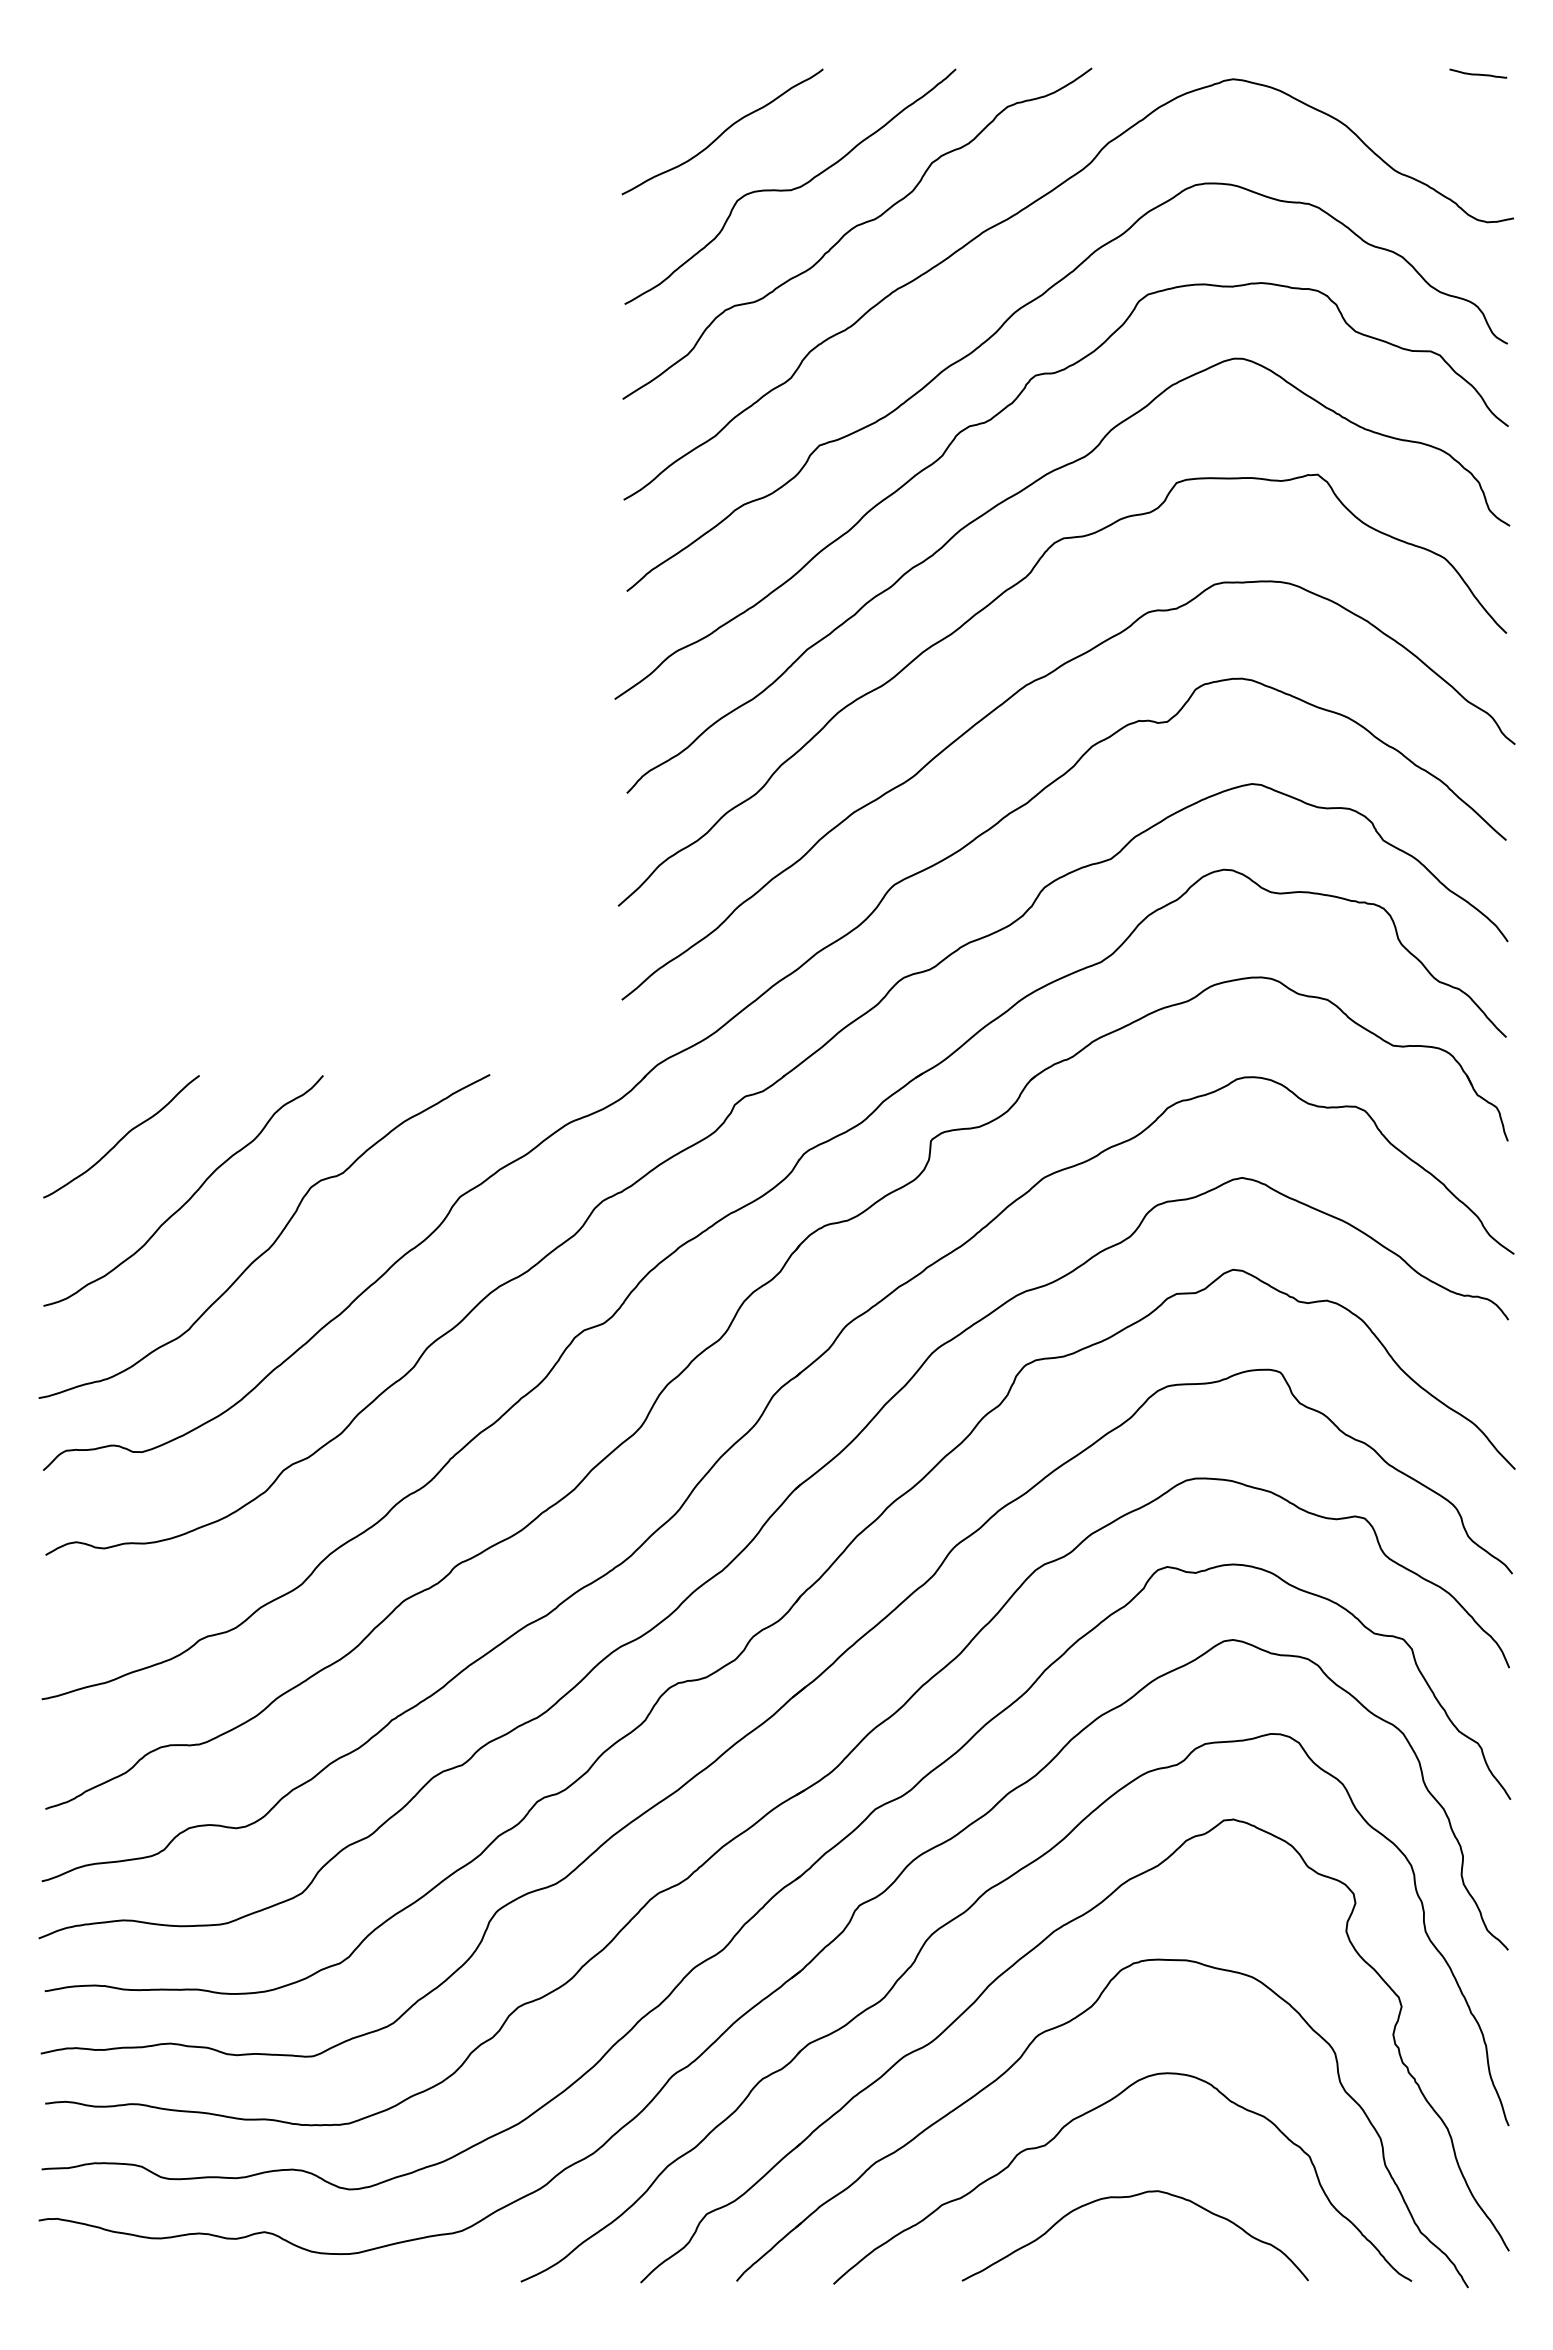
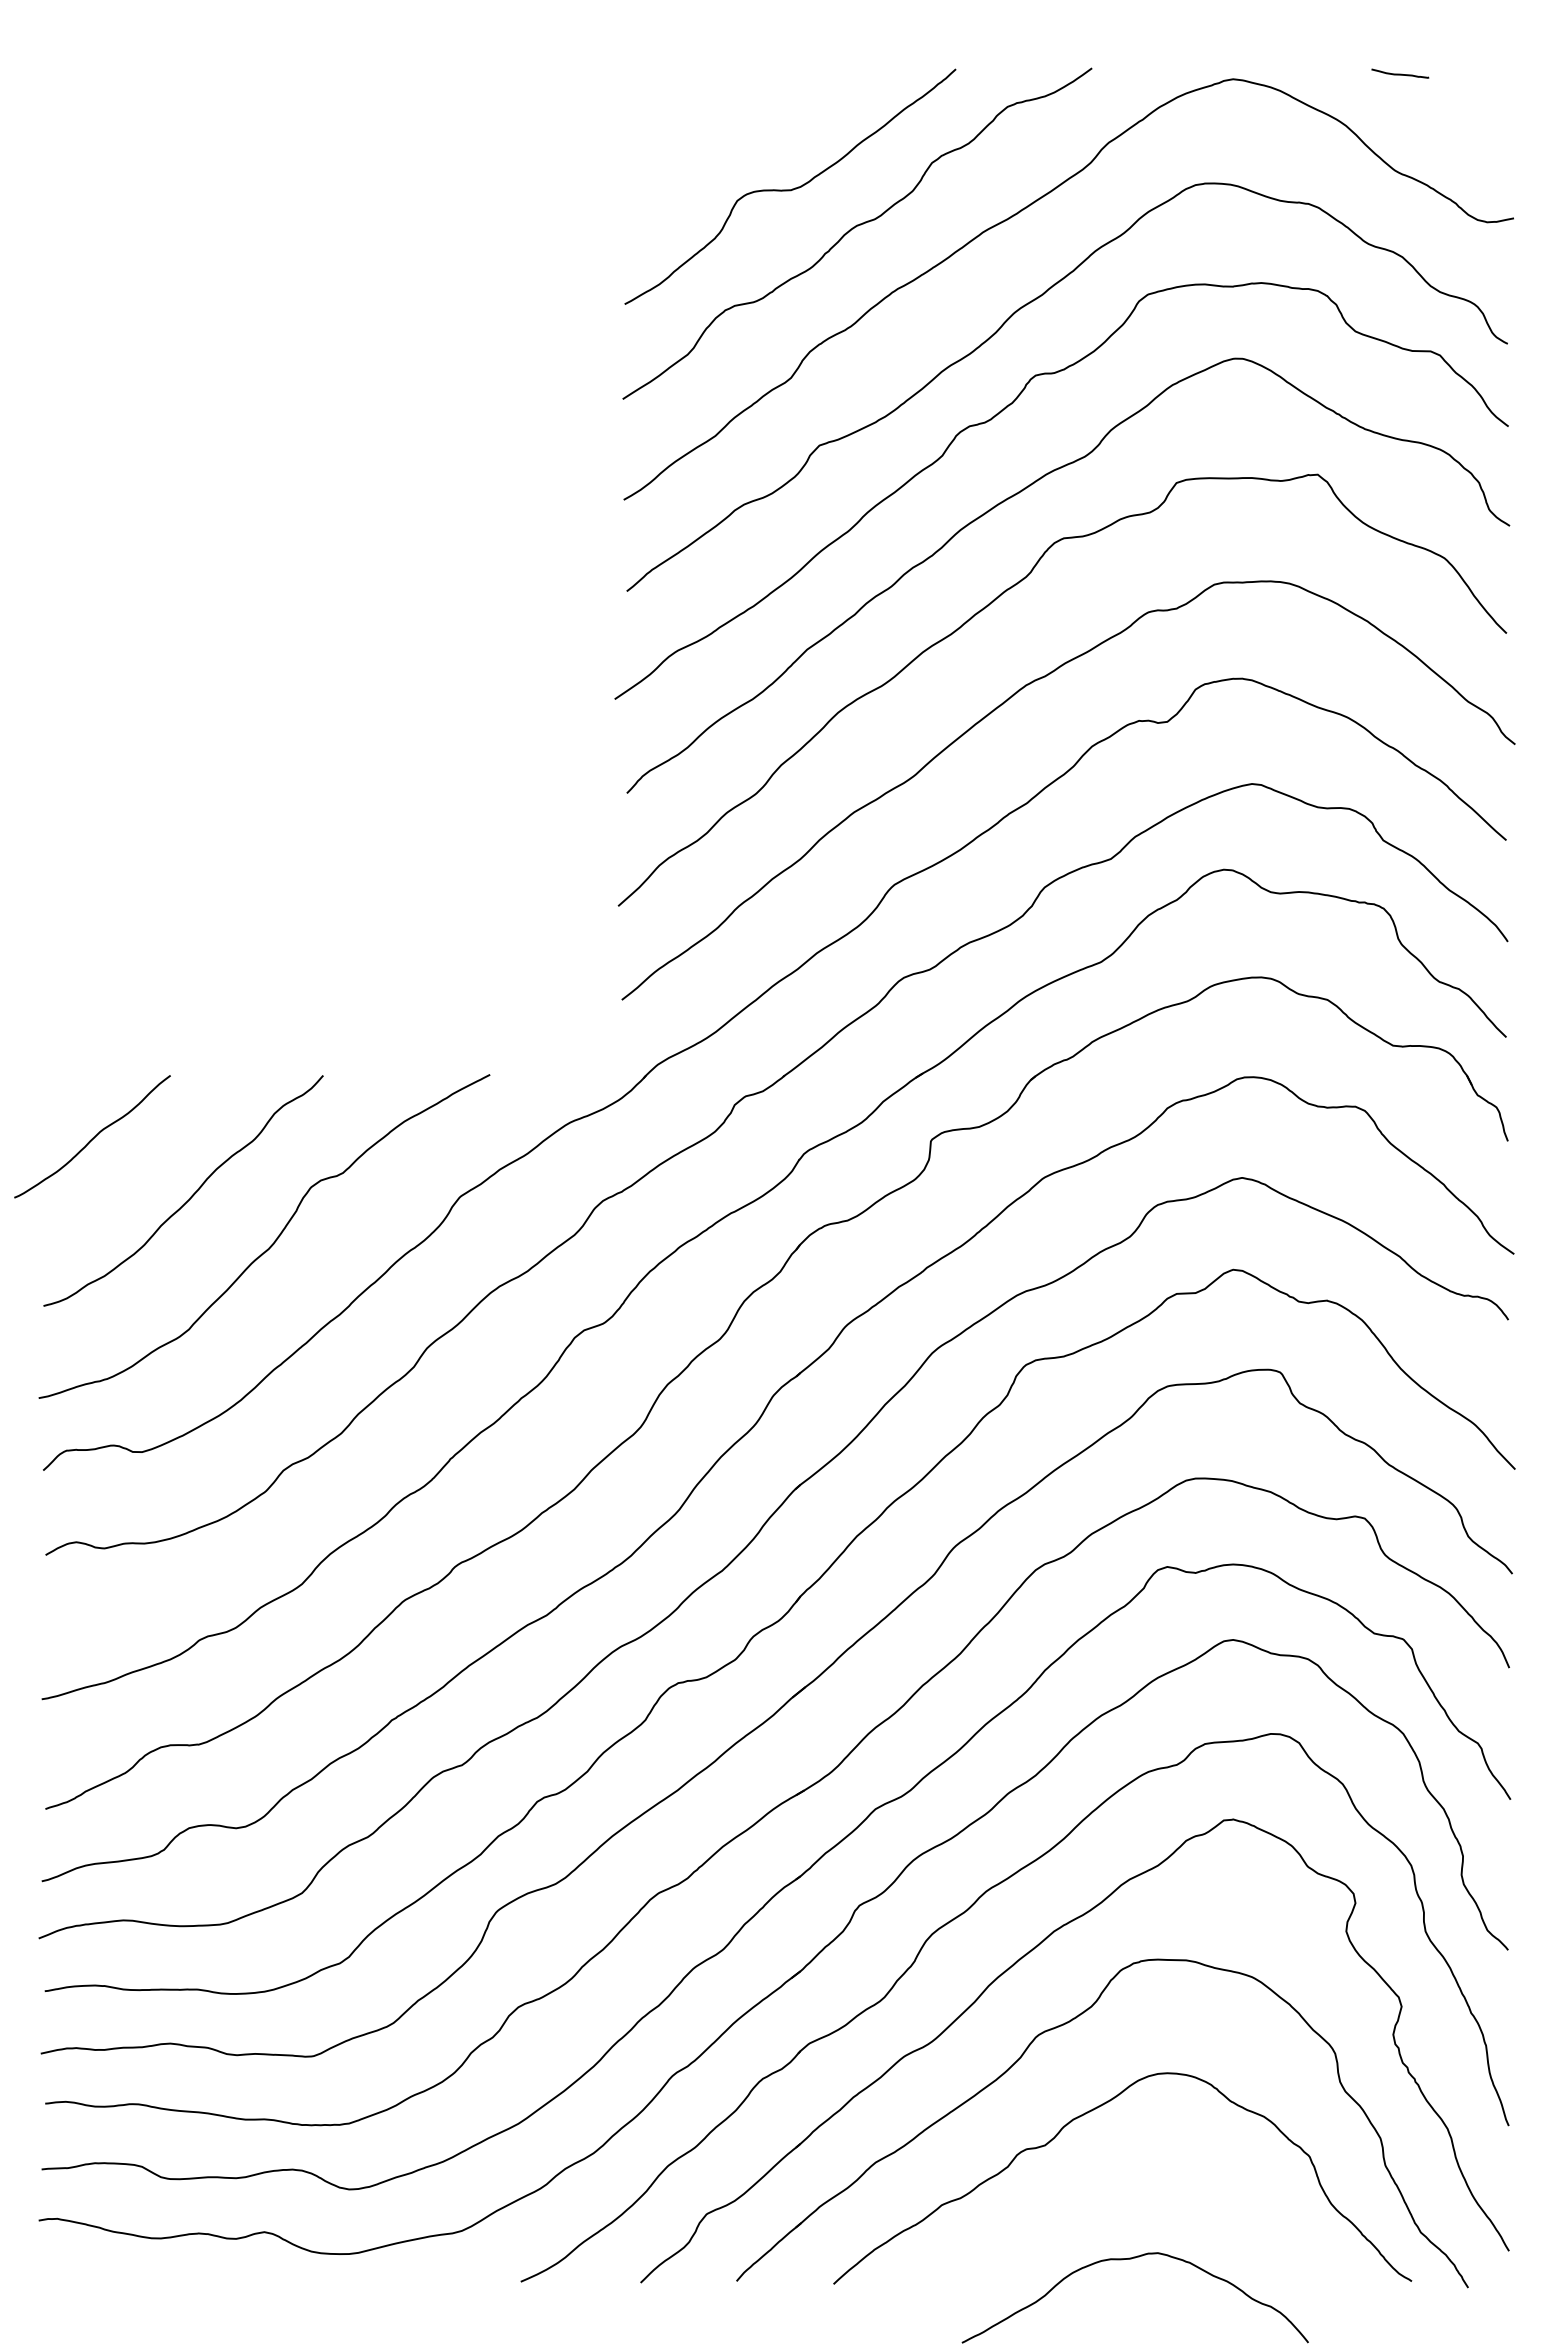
curve at (1478, 73) position: (1478, 73) -> (1400, 73)
curve at (723, 131): present -> none
curve at (122, 1137) position: (122, 1137) -> (93, 1137)
curve at (1131, 2197) position: (1131, 2197) -> (1131, 2259)
